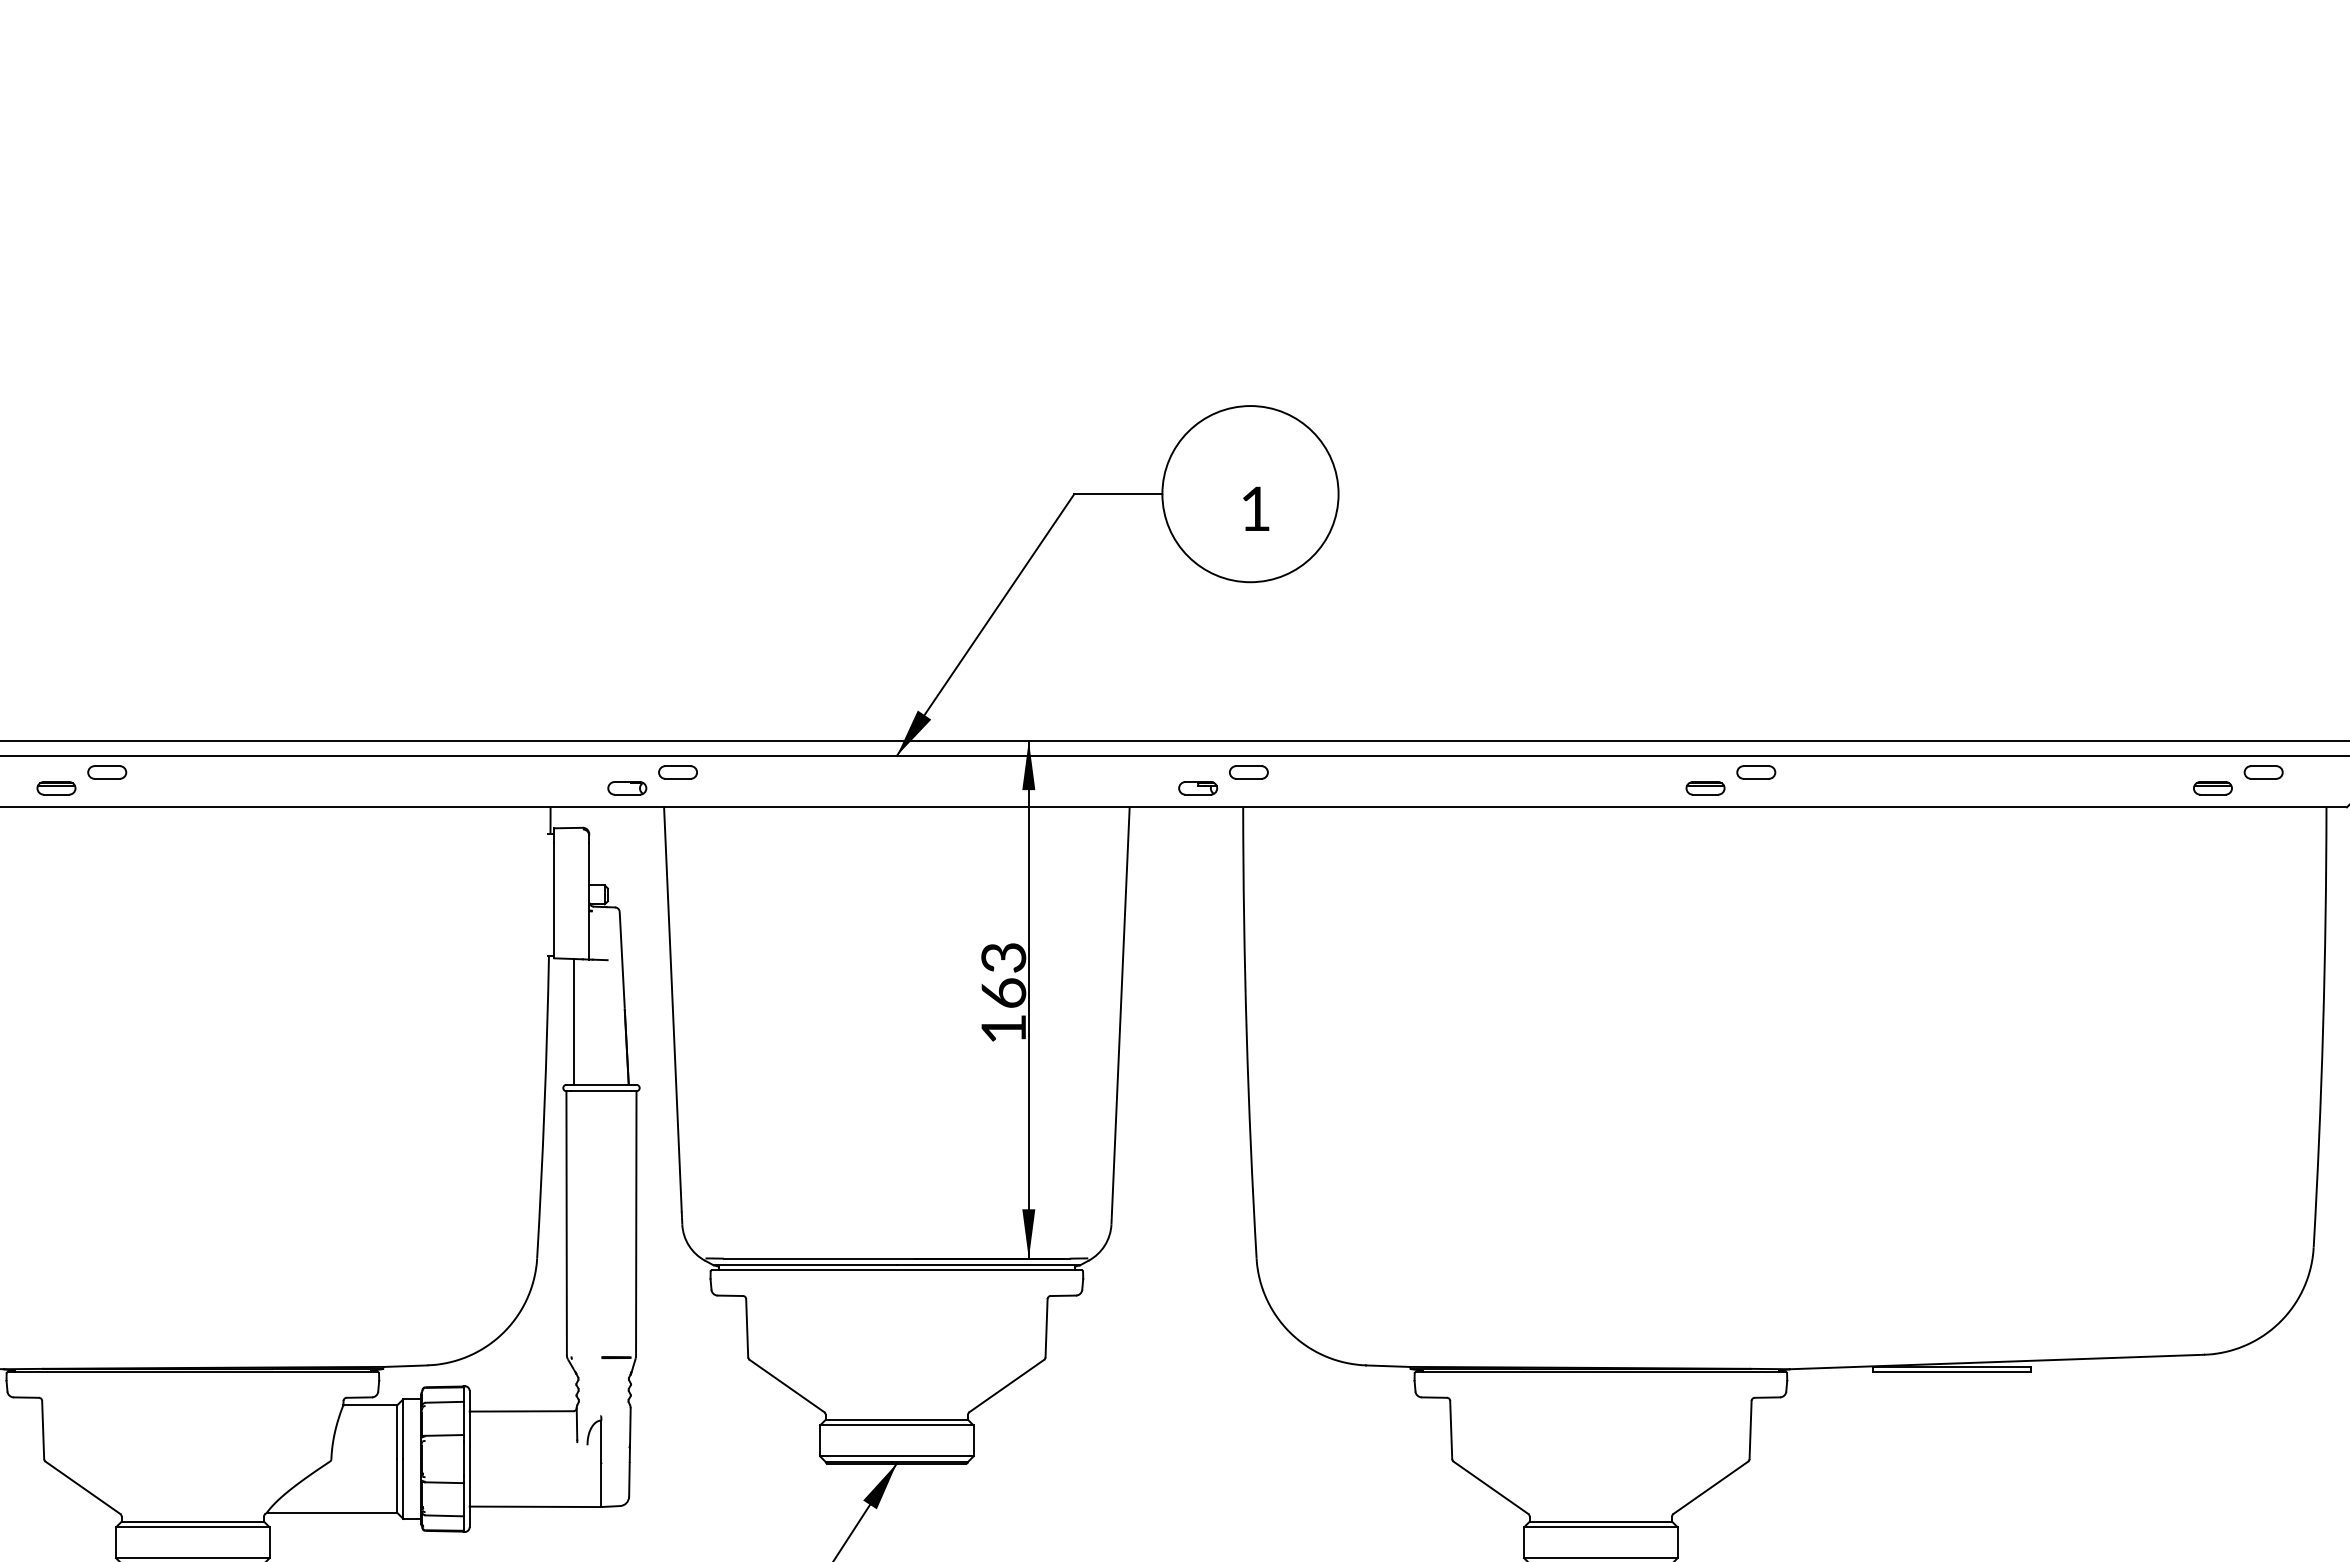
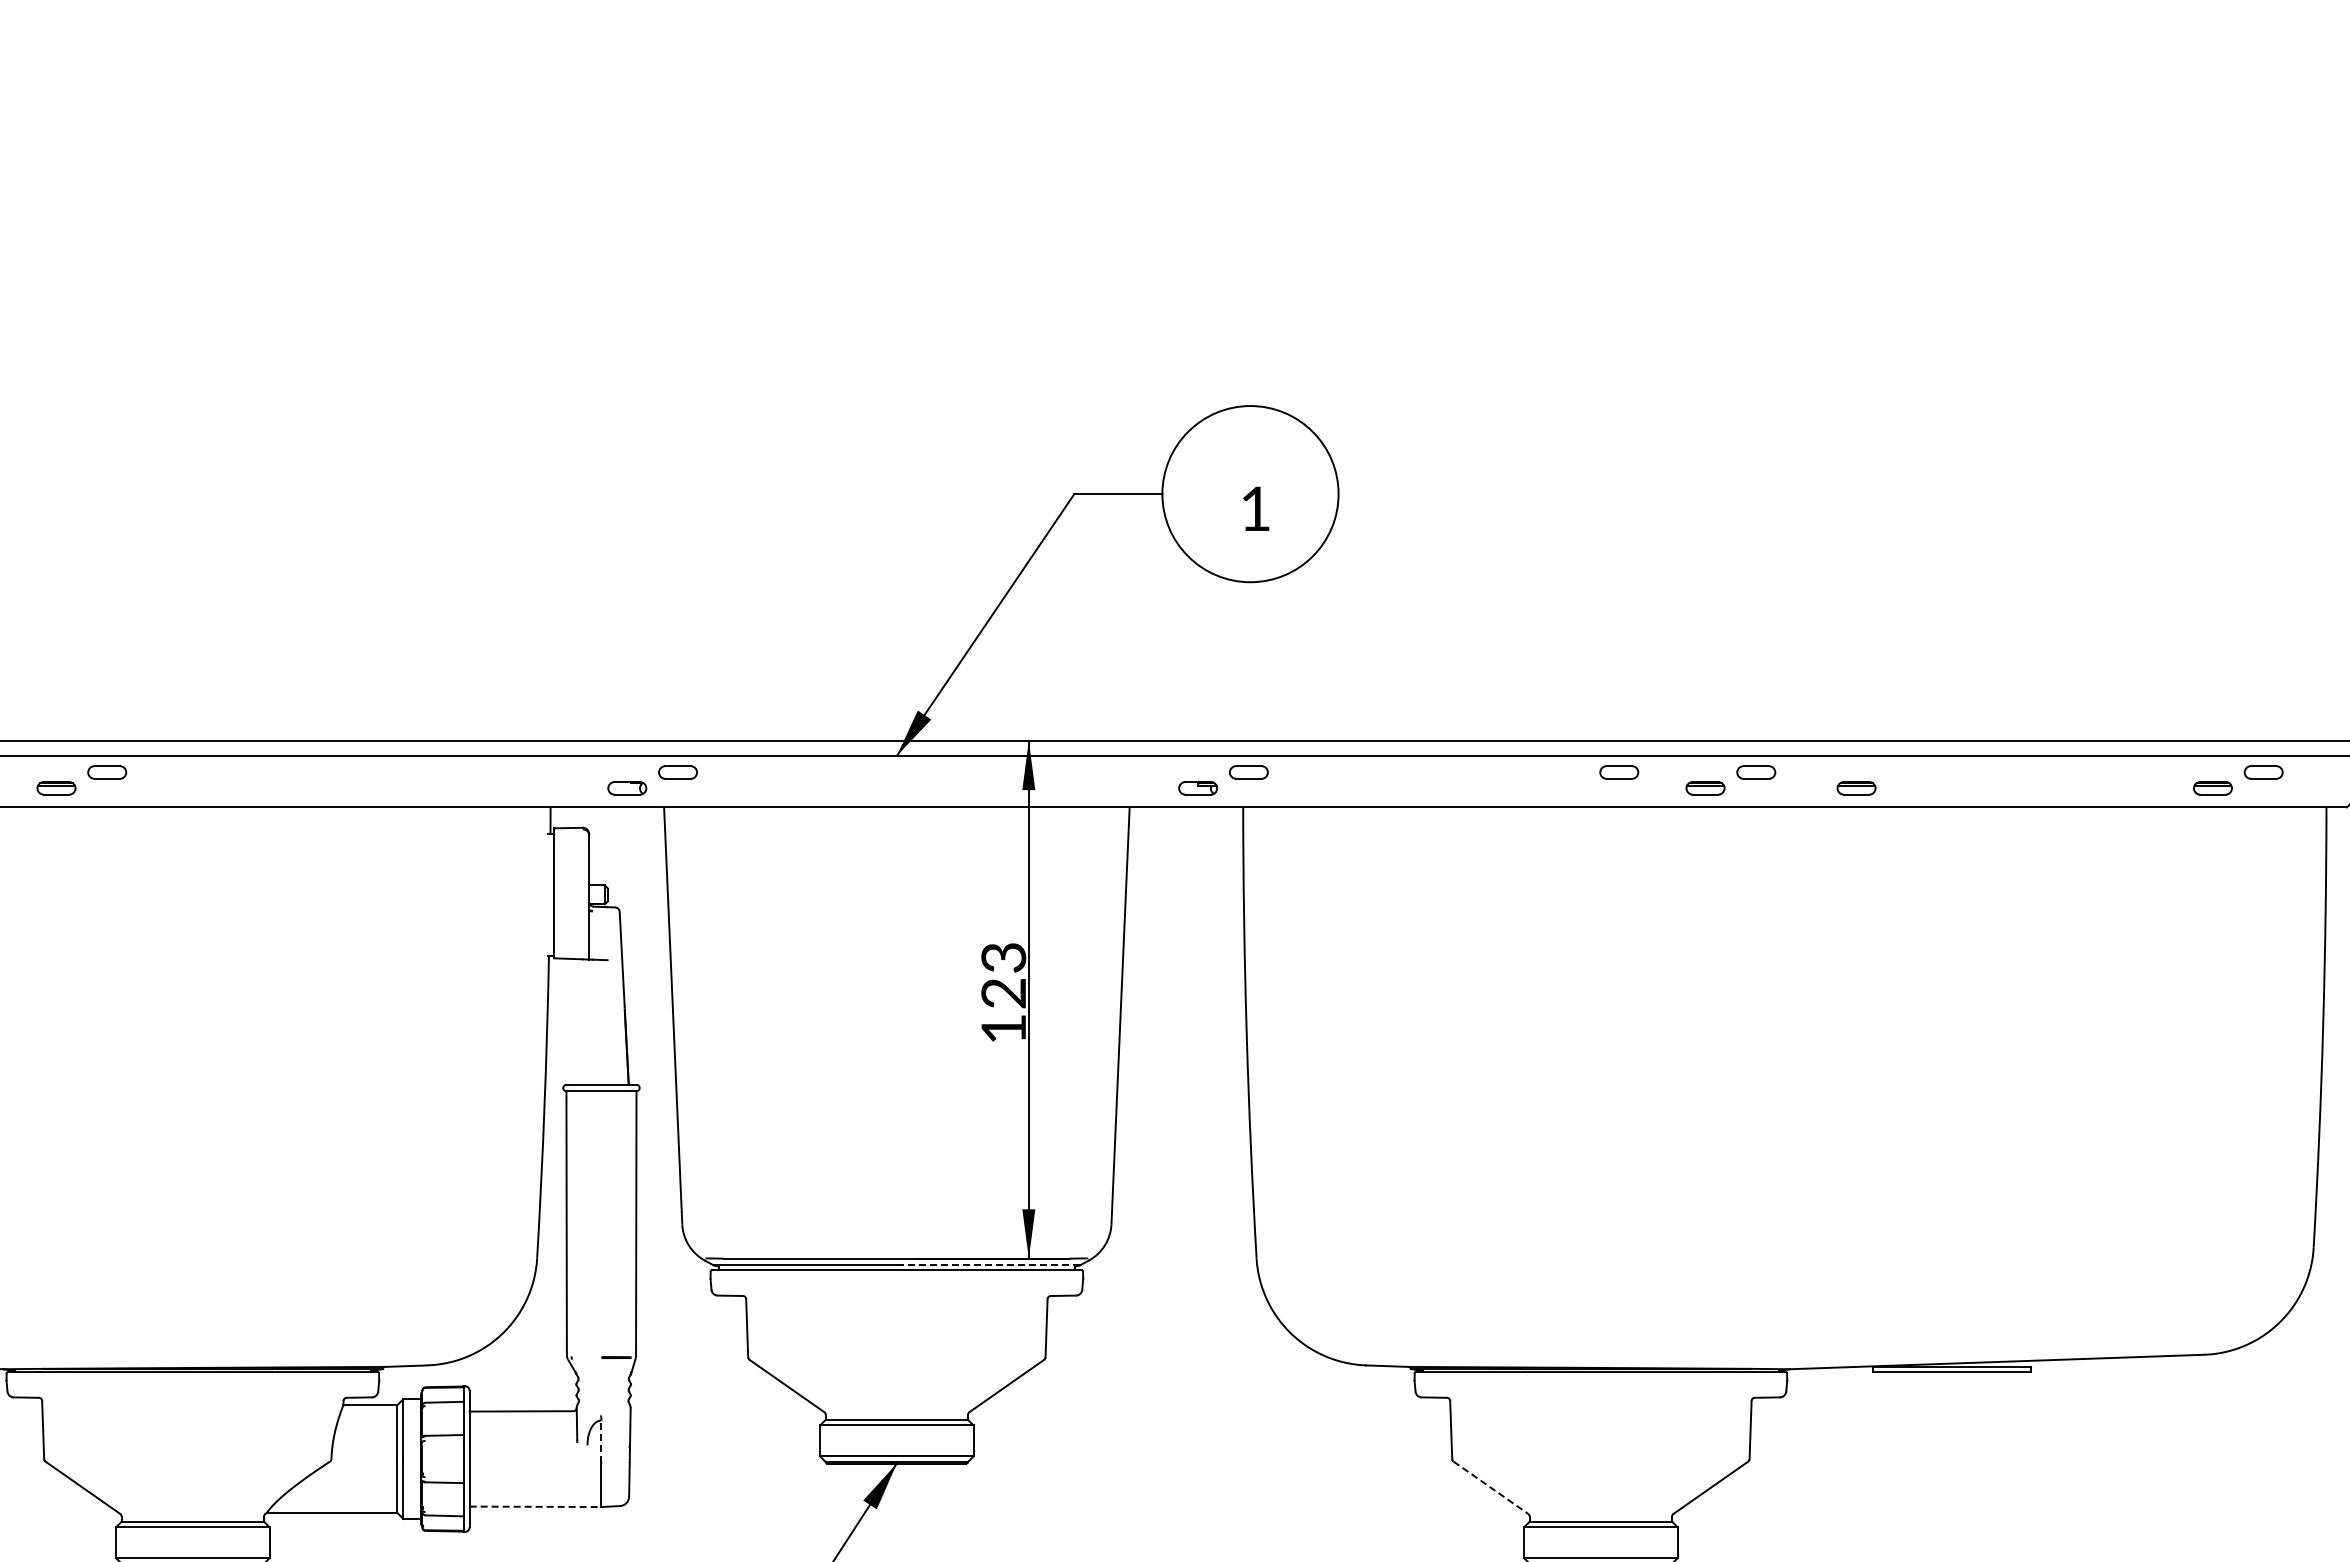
part at (1619, 772): none -> present
part at (1856, 788): none -> present
text at (1003, 993): 163 -> 123
line at (573, 1021): present -> none
line at (988, 1265): solid -> dashed
line at (601, 1441): solid -> dashed
line at (1490, 1487): solid -> dashed
line at (535, 1506): solid -> dashed
